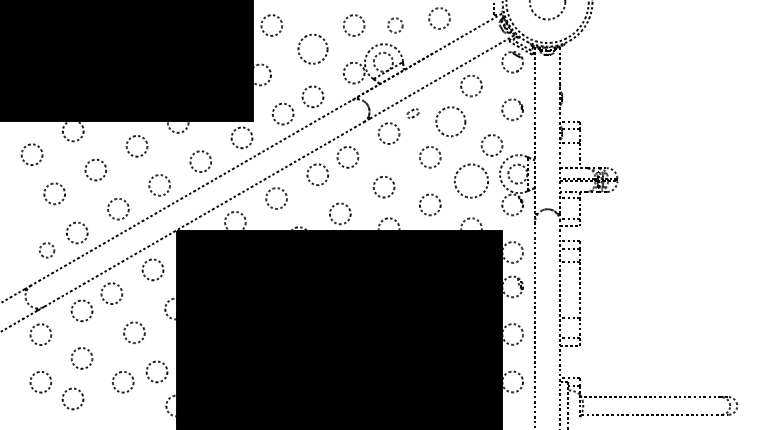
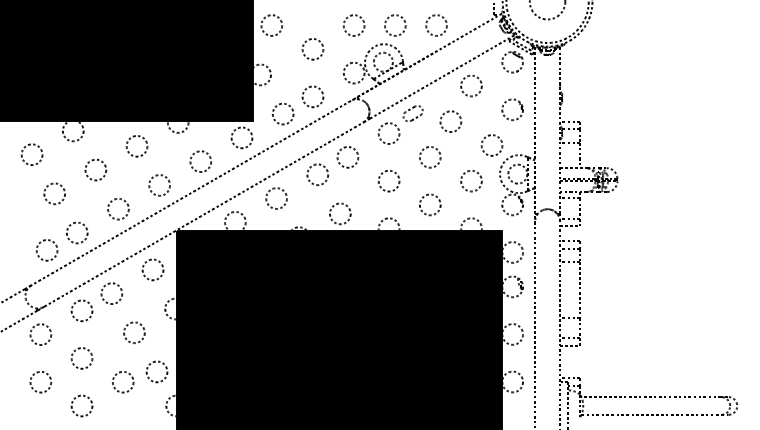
circle at (439, 18) position: (439, 18) -> (436, 25)
circle at (395, 25) size: 17x17 px -> 23x23 px
circle at (312, 48) size: 32x32 px -> 24x23 px
part at (412, 113) size: 14x11 px -> 22x17 px
circle at (450, 121) size: 32x32 px -> 24x23 px
circle at (471, 180) diameter: 33 px -> 21 px
circle at (383, 187) position: (383, 187) -> (388, 181)
circle at (47, 250) size: 17x17 px -> 24x23 px
circle at (72, 398) position: (72, 398) -> (81, 405)
